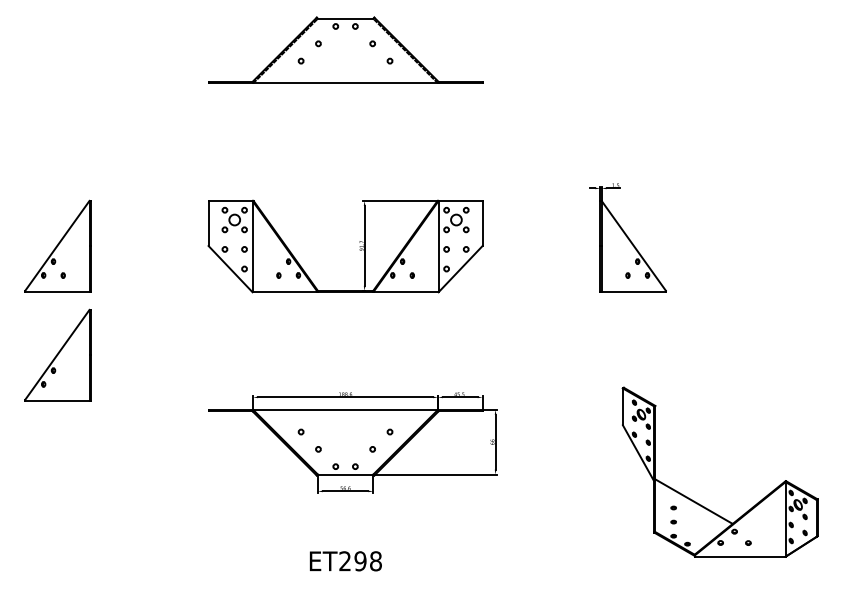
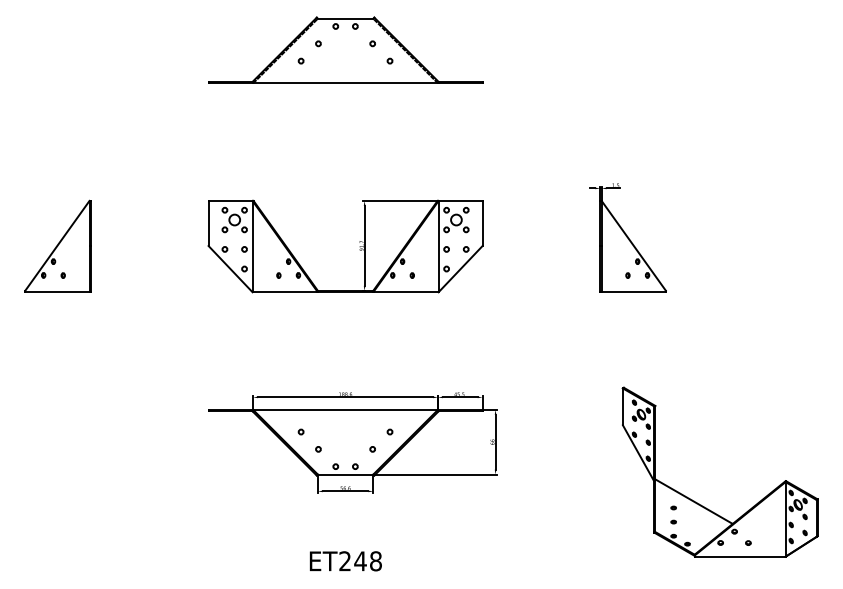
part at (57, 354): present -> none
text at (360, 561): ET298 -> ET248
